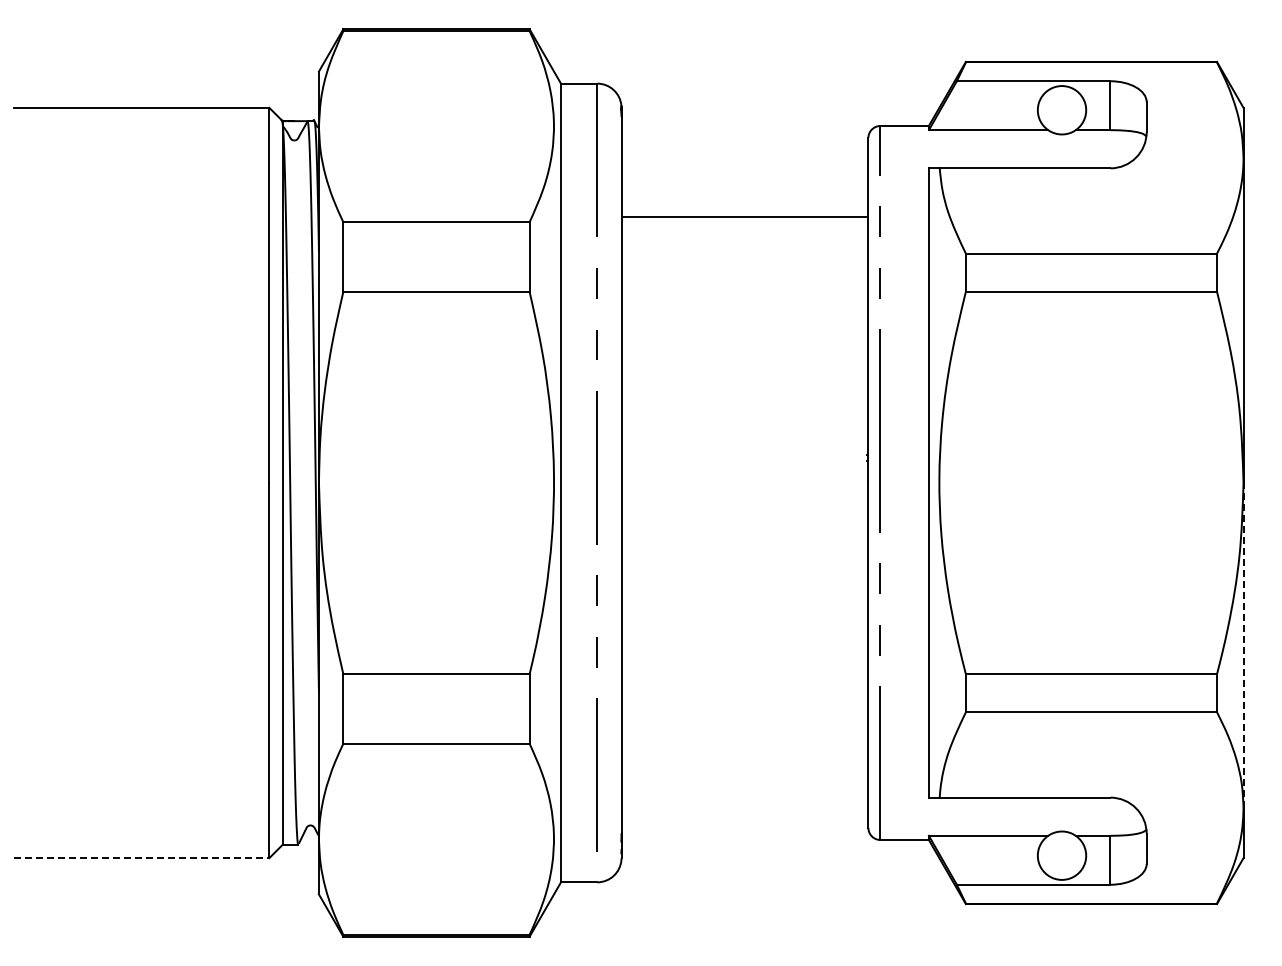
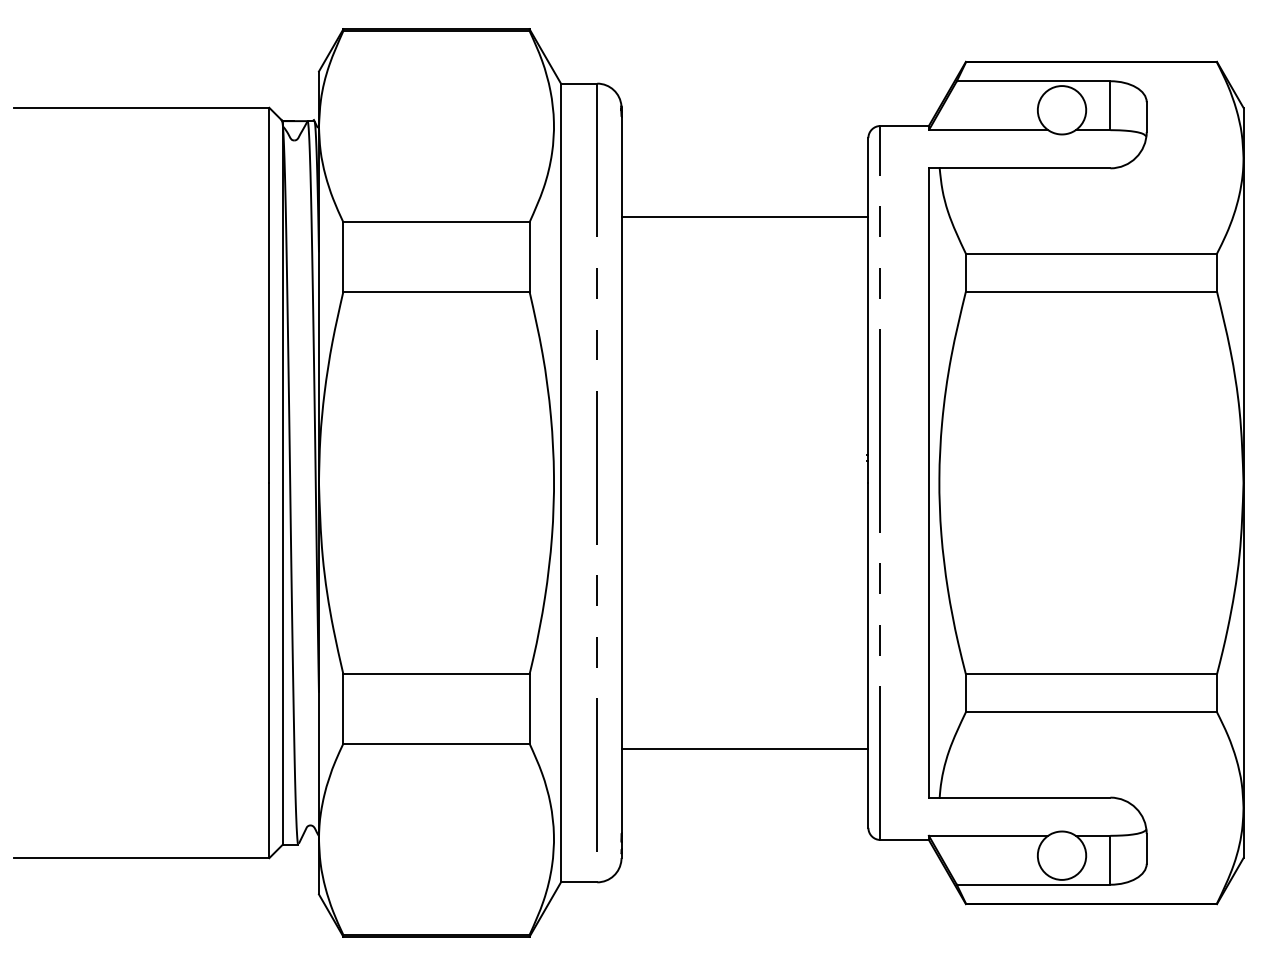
line at (1243, 644): dashed -> solid
line at (744, 749): none -> present
line at (141, 858): dashed -> solid
